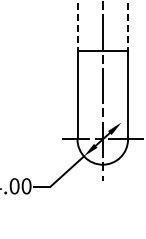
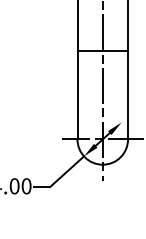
line at (77, 26): dashed -> solid
line at (128, 26): dashed -> solid
